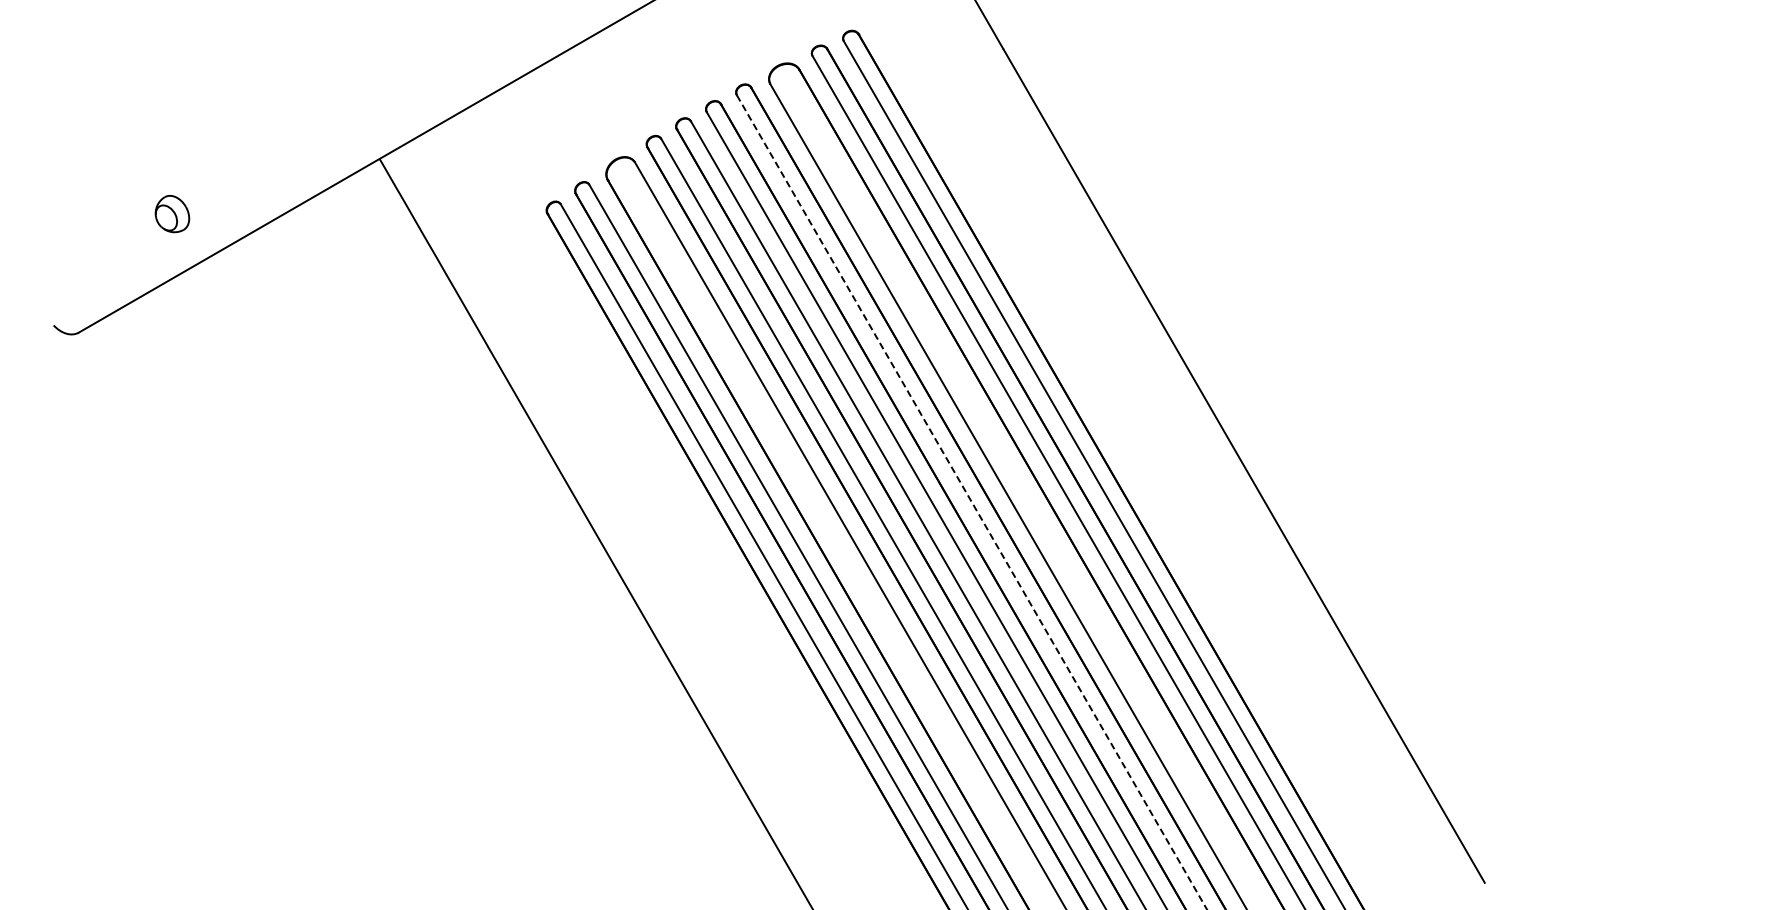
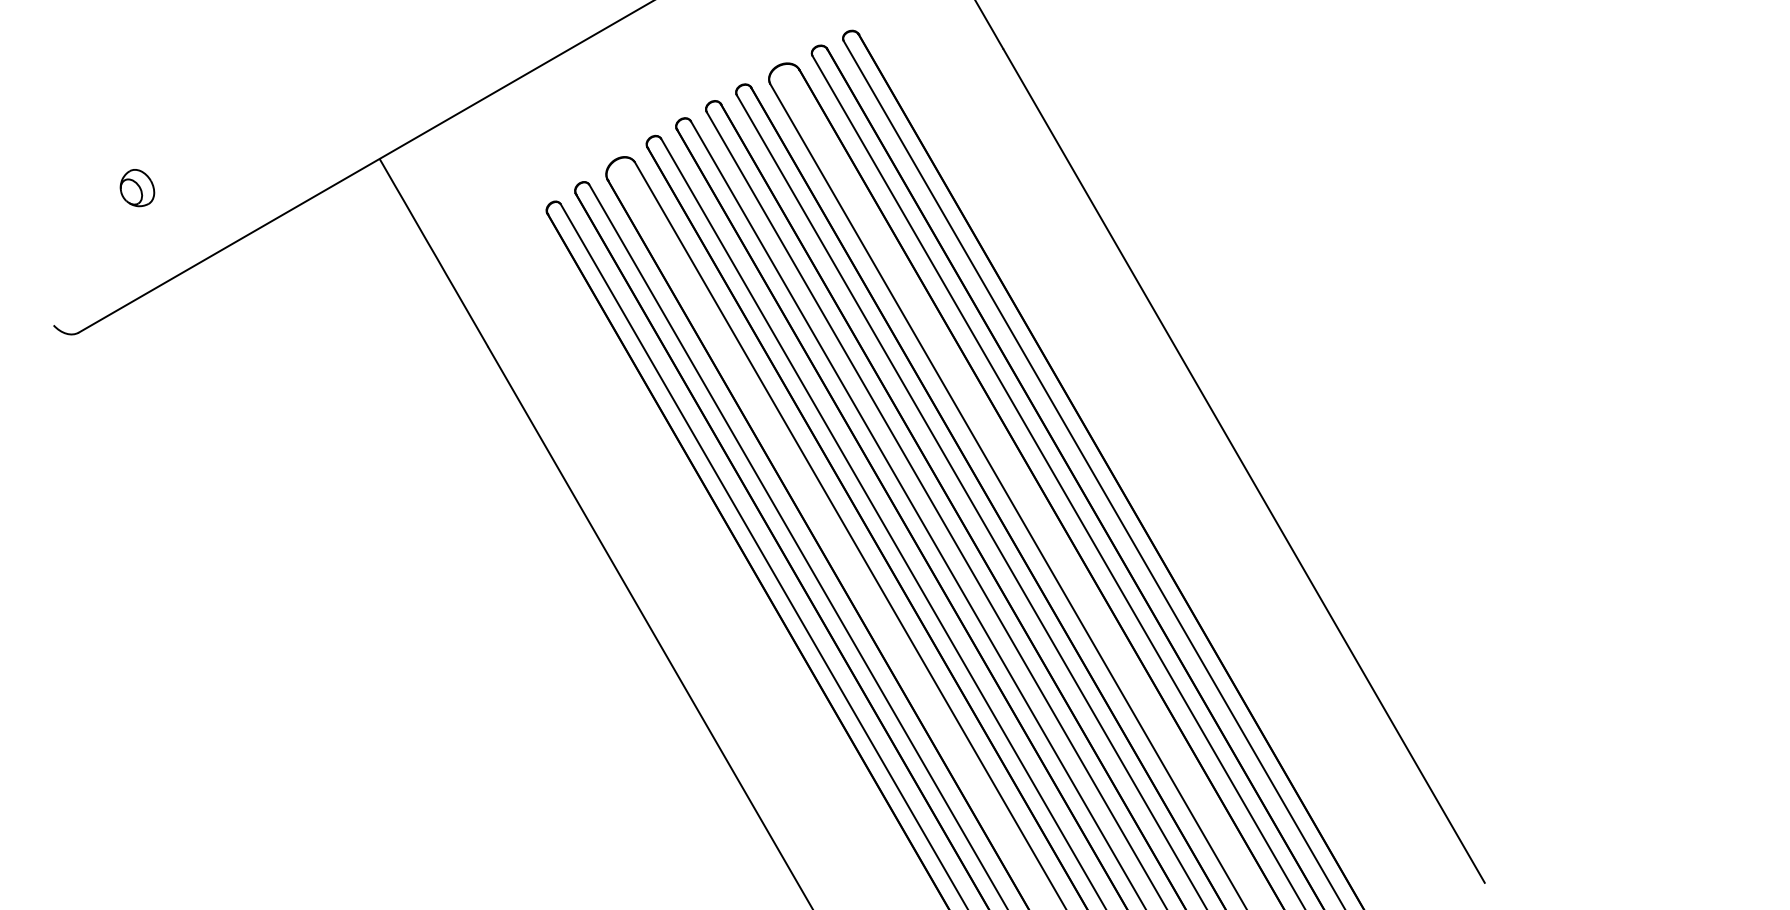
part at (172, 214) position: (172, 214) -> (137, 188)
line at (971, 502): dashed -> solid
